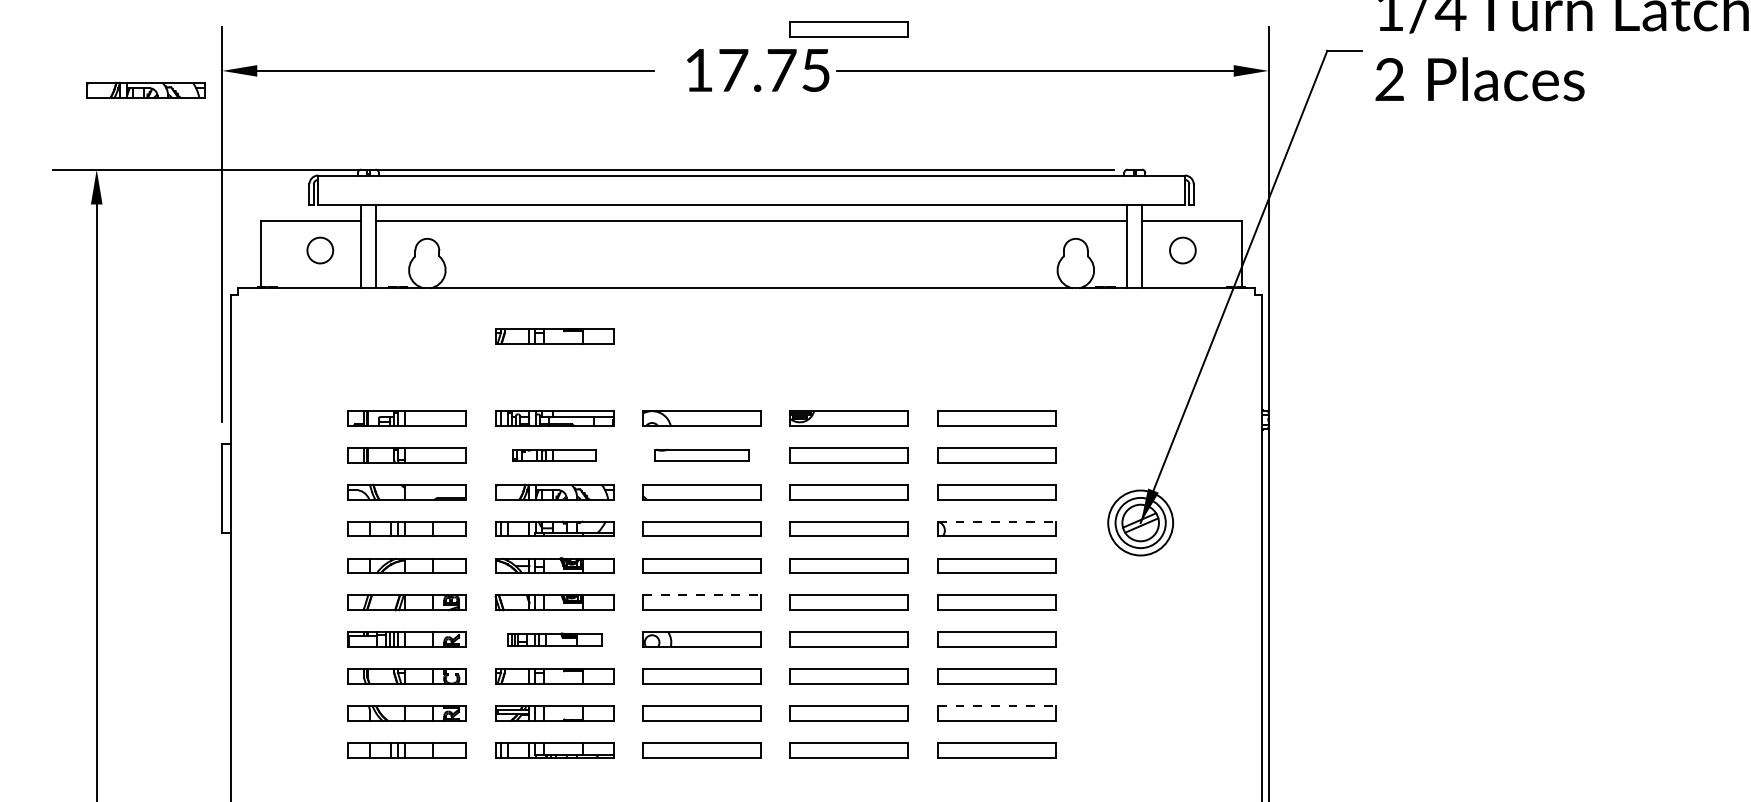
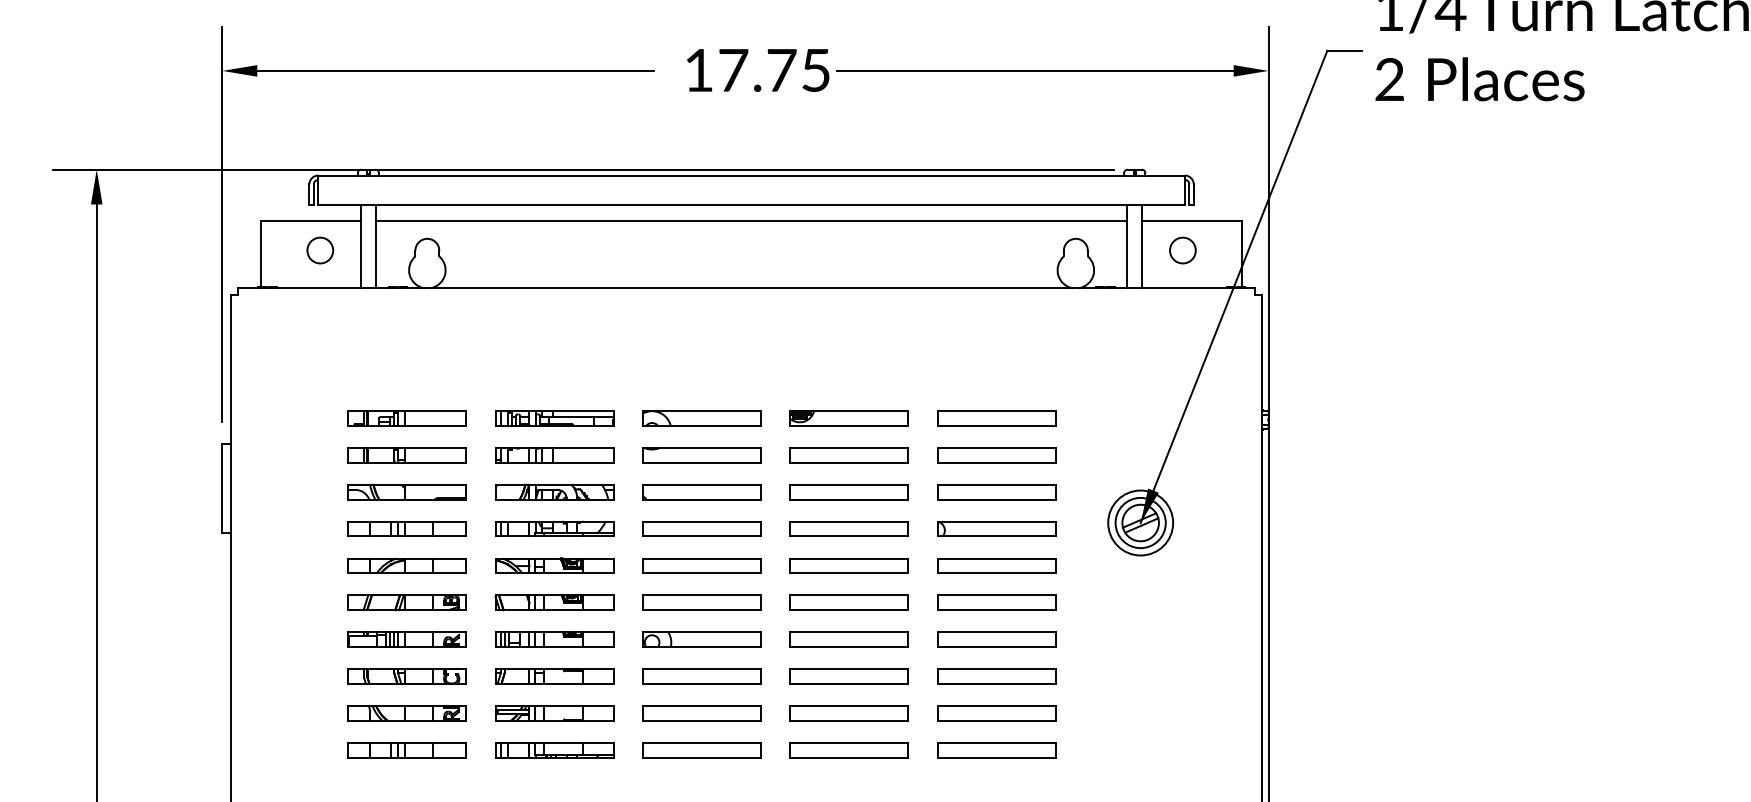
part at (848, 29): present -> none
part at (145, 89): present -> none
part at (554, 336): present -> none
part at (701, 454) size: 96x14 px -> 120x17 px
part at (554, 455) size: 85x13 px -> 120x17 px
line at (996, 521): dashed -> solid
line at (701, 595): dashed -> solid
part at (554, 639) size: 96x15 px -> 120x17 px
line at (996, 705): dashed -> solid
